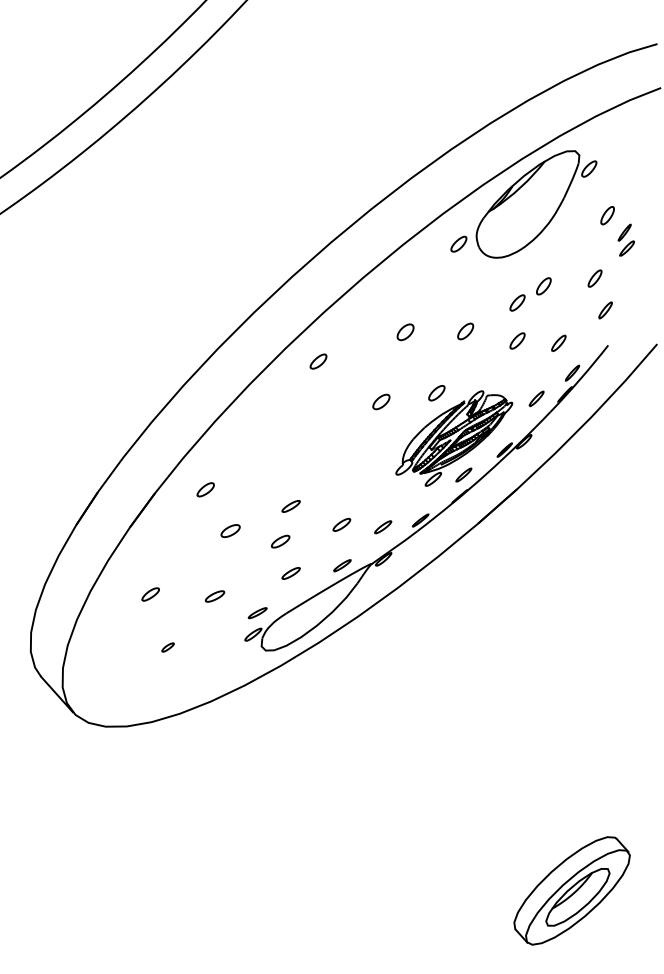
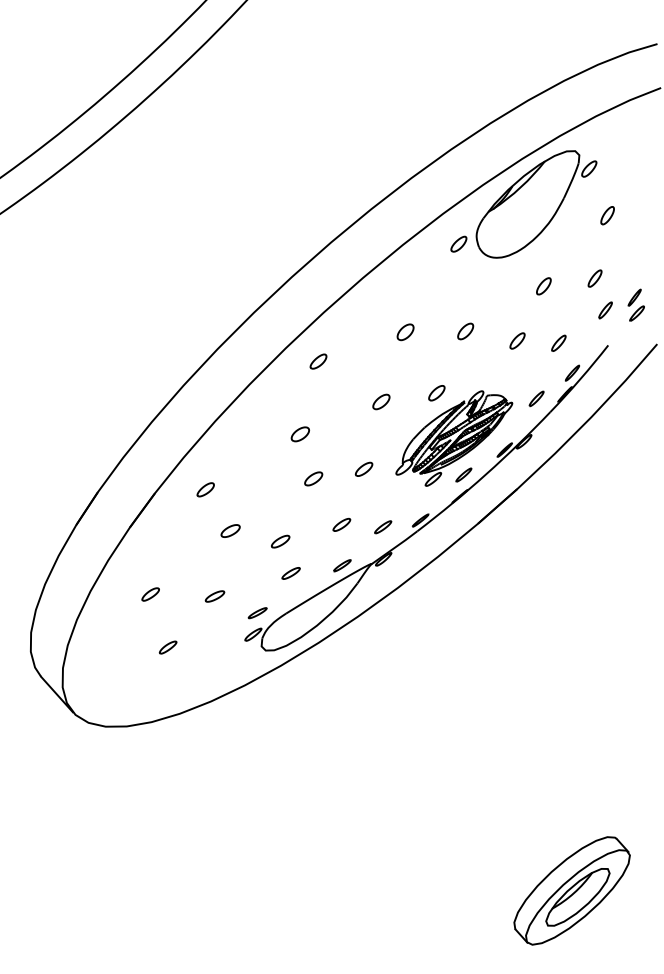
part at (625, 239) position: (625, 239) -> (635, 304)
part at (517, 302): present -> none
part at (299, 434): none -> present
part at (363, 468): none -> present
part at (313, 478): none -> present
part at (290, 506): present -> none
part at (167, 647) size: 14x11 px -> 20x15 px
